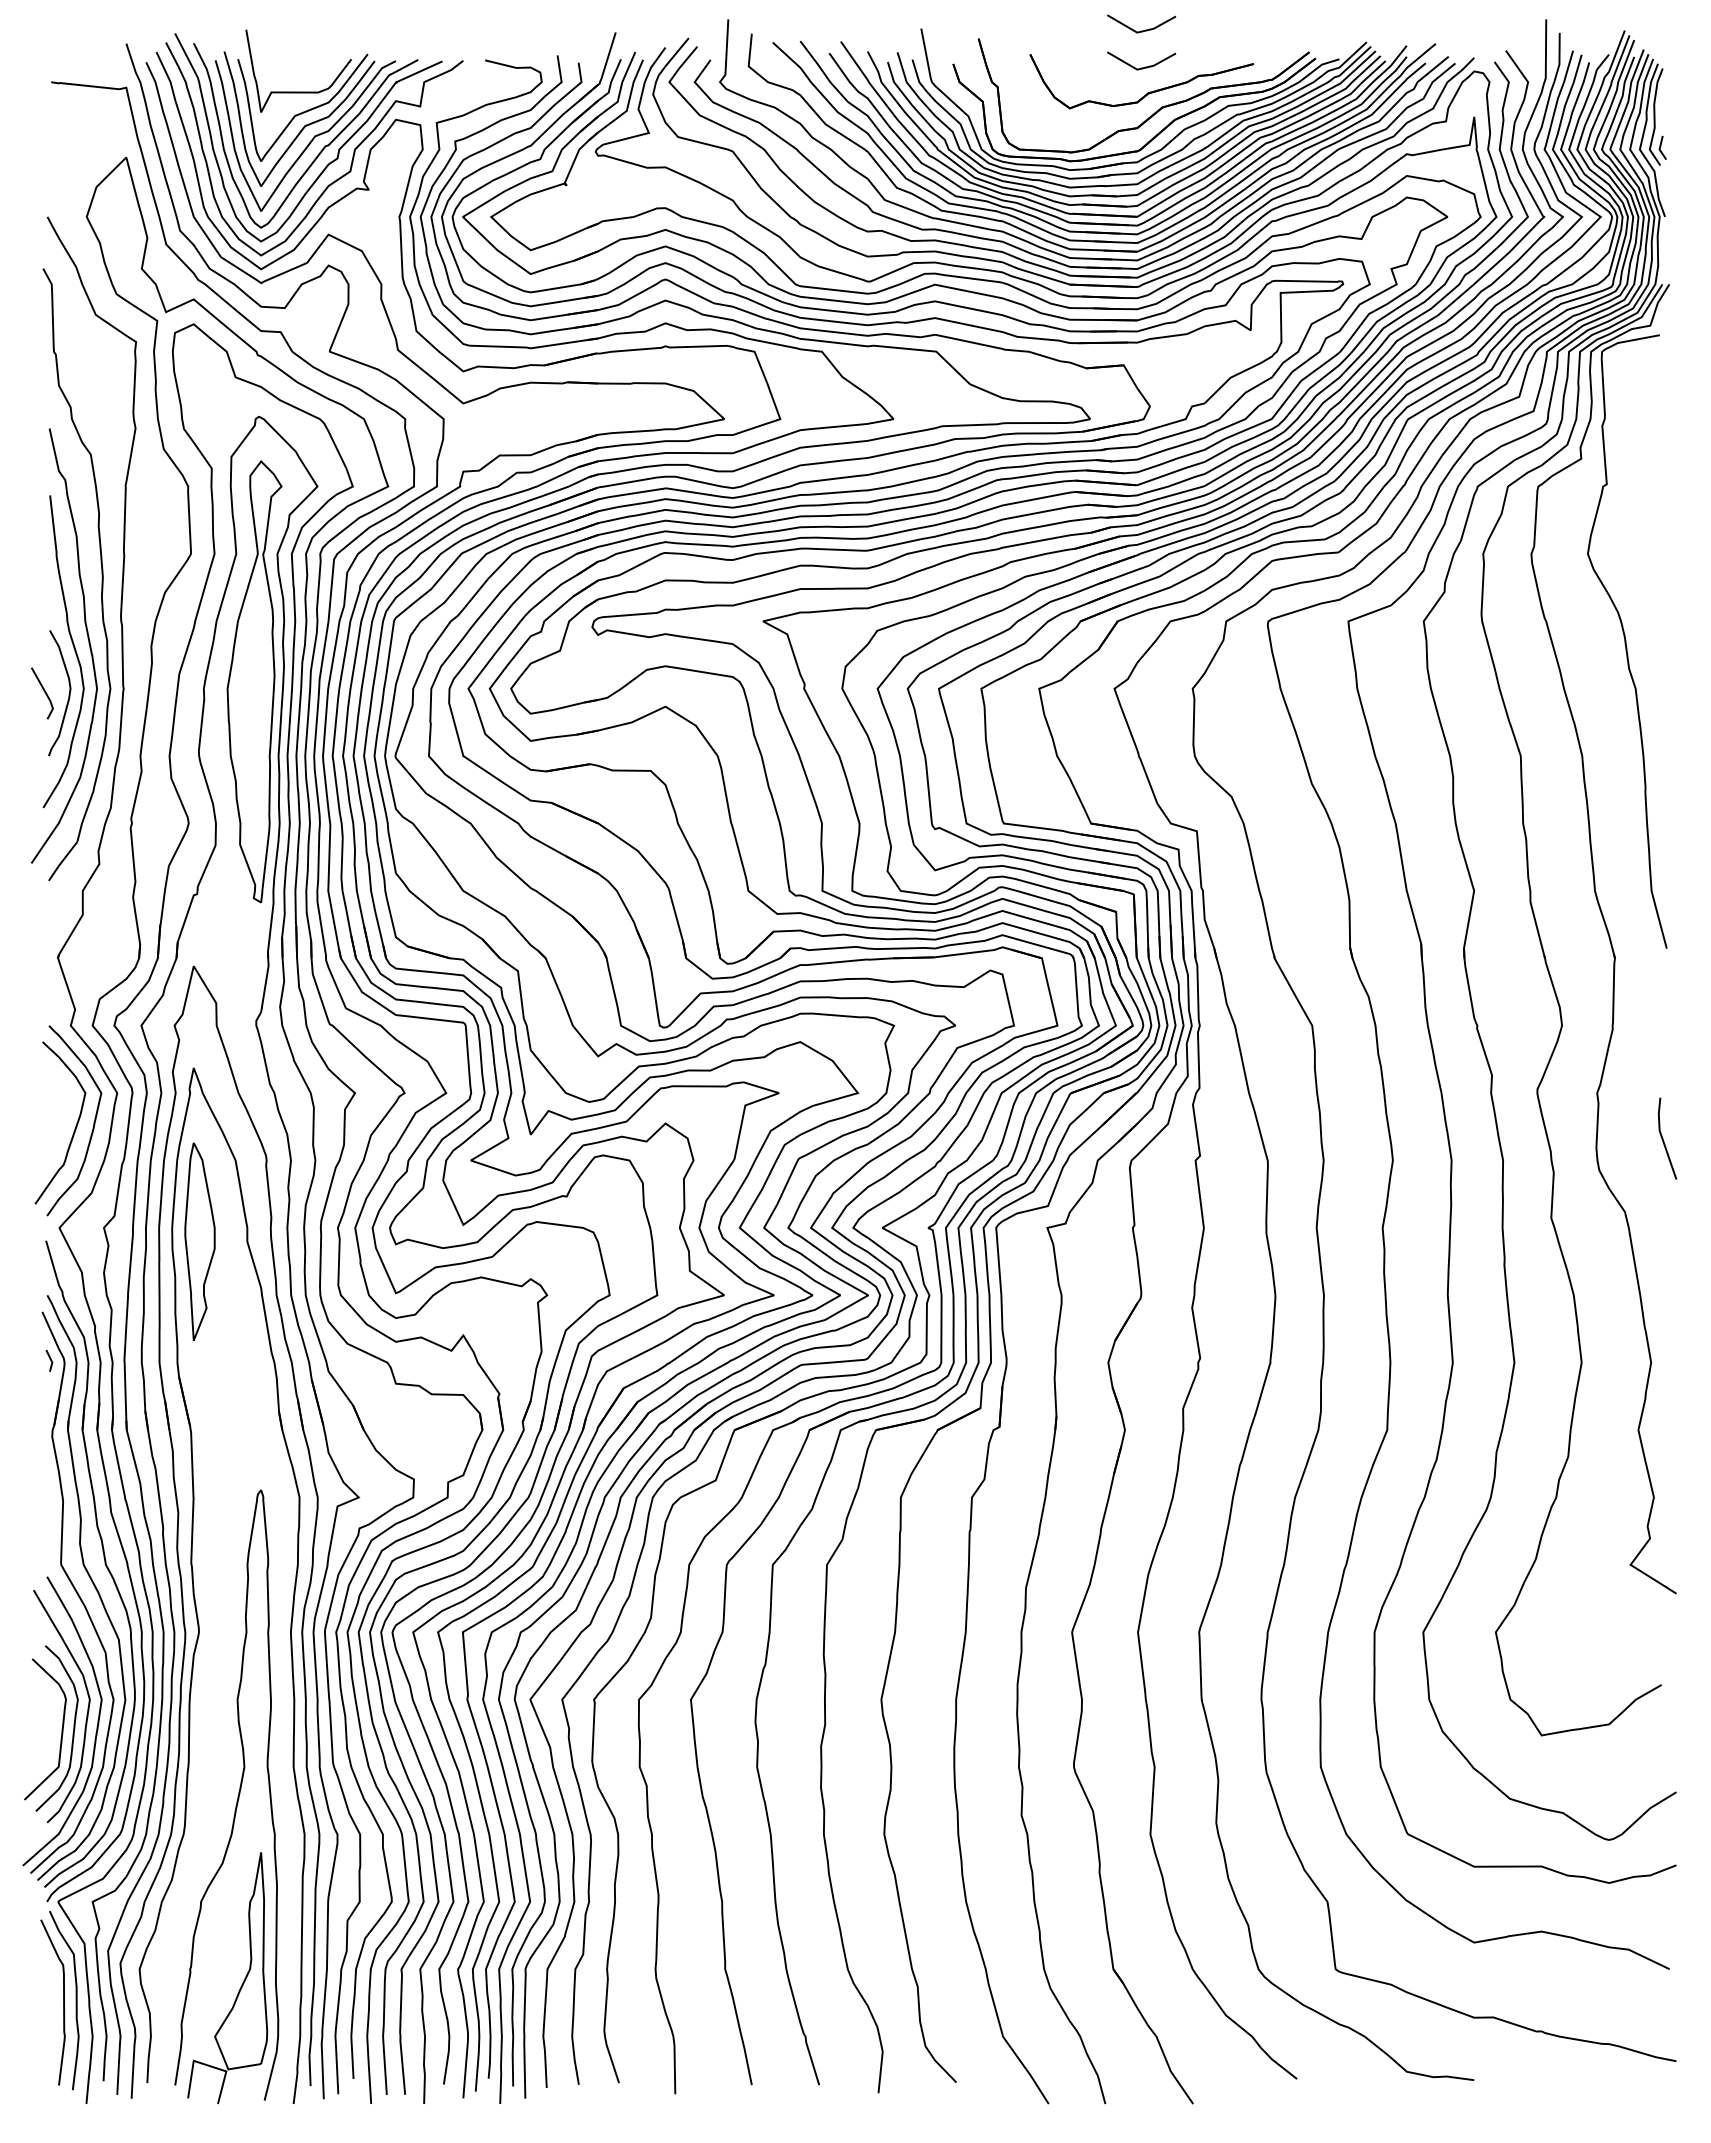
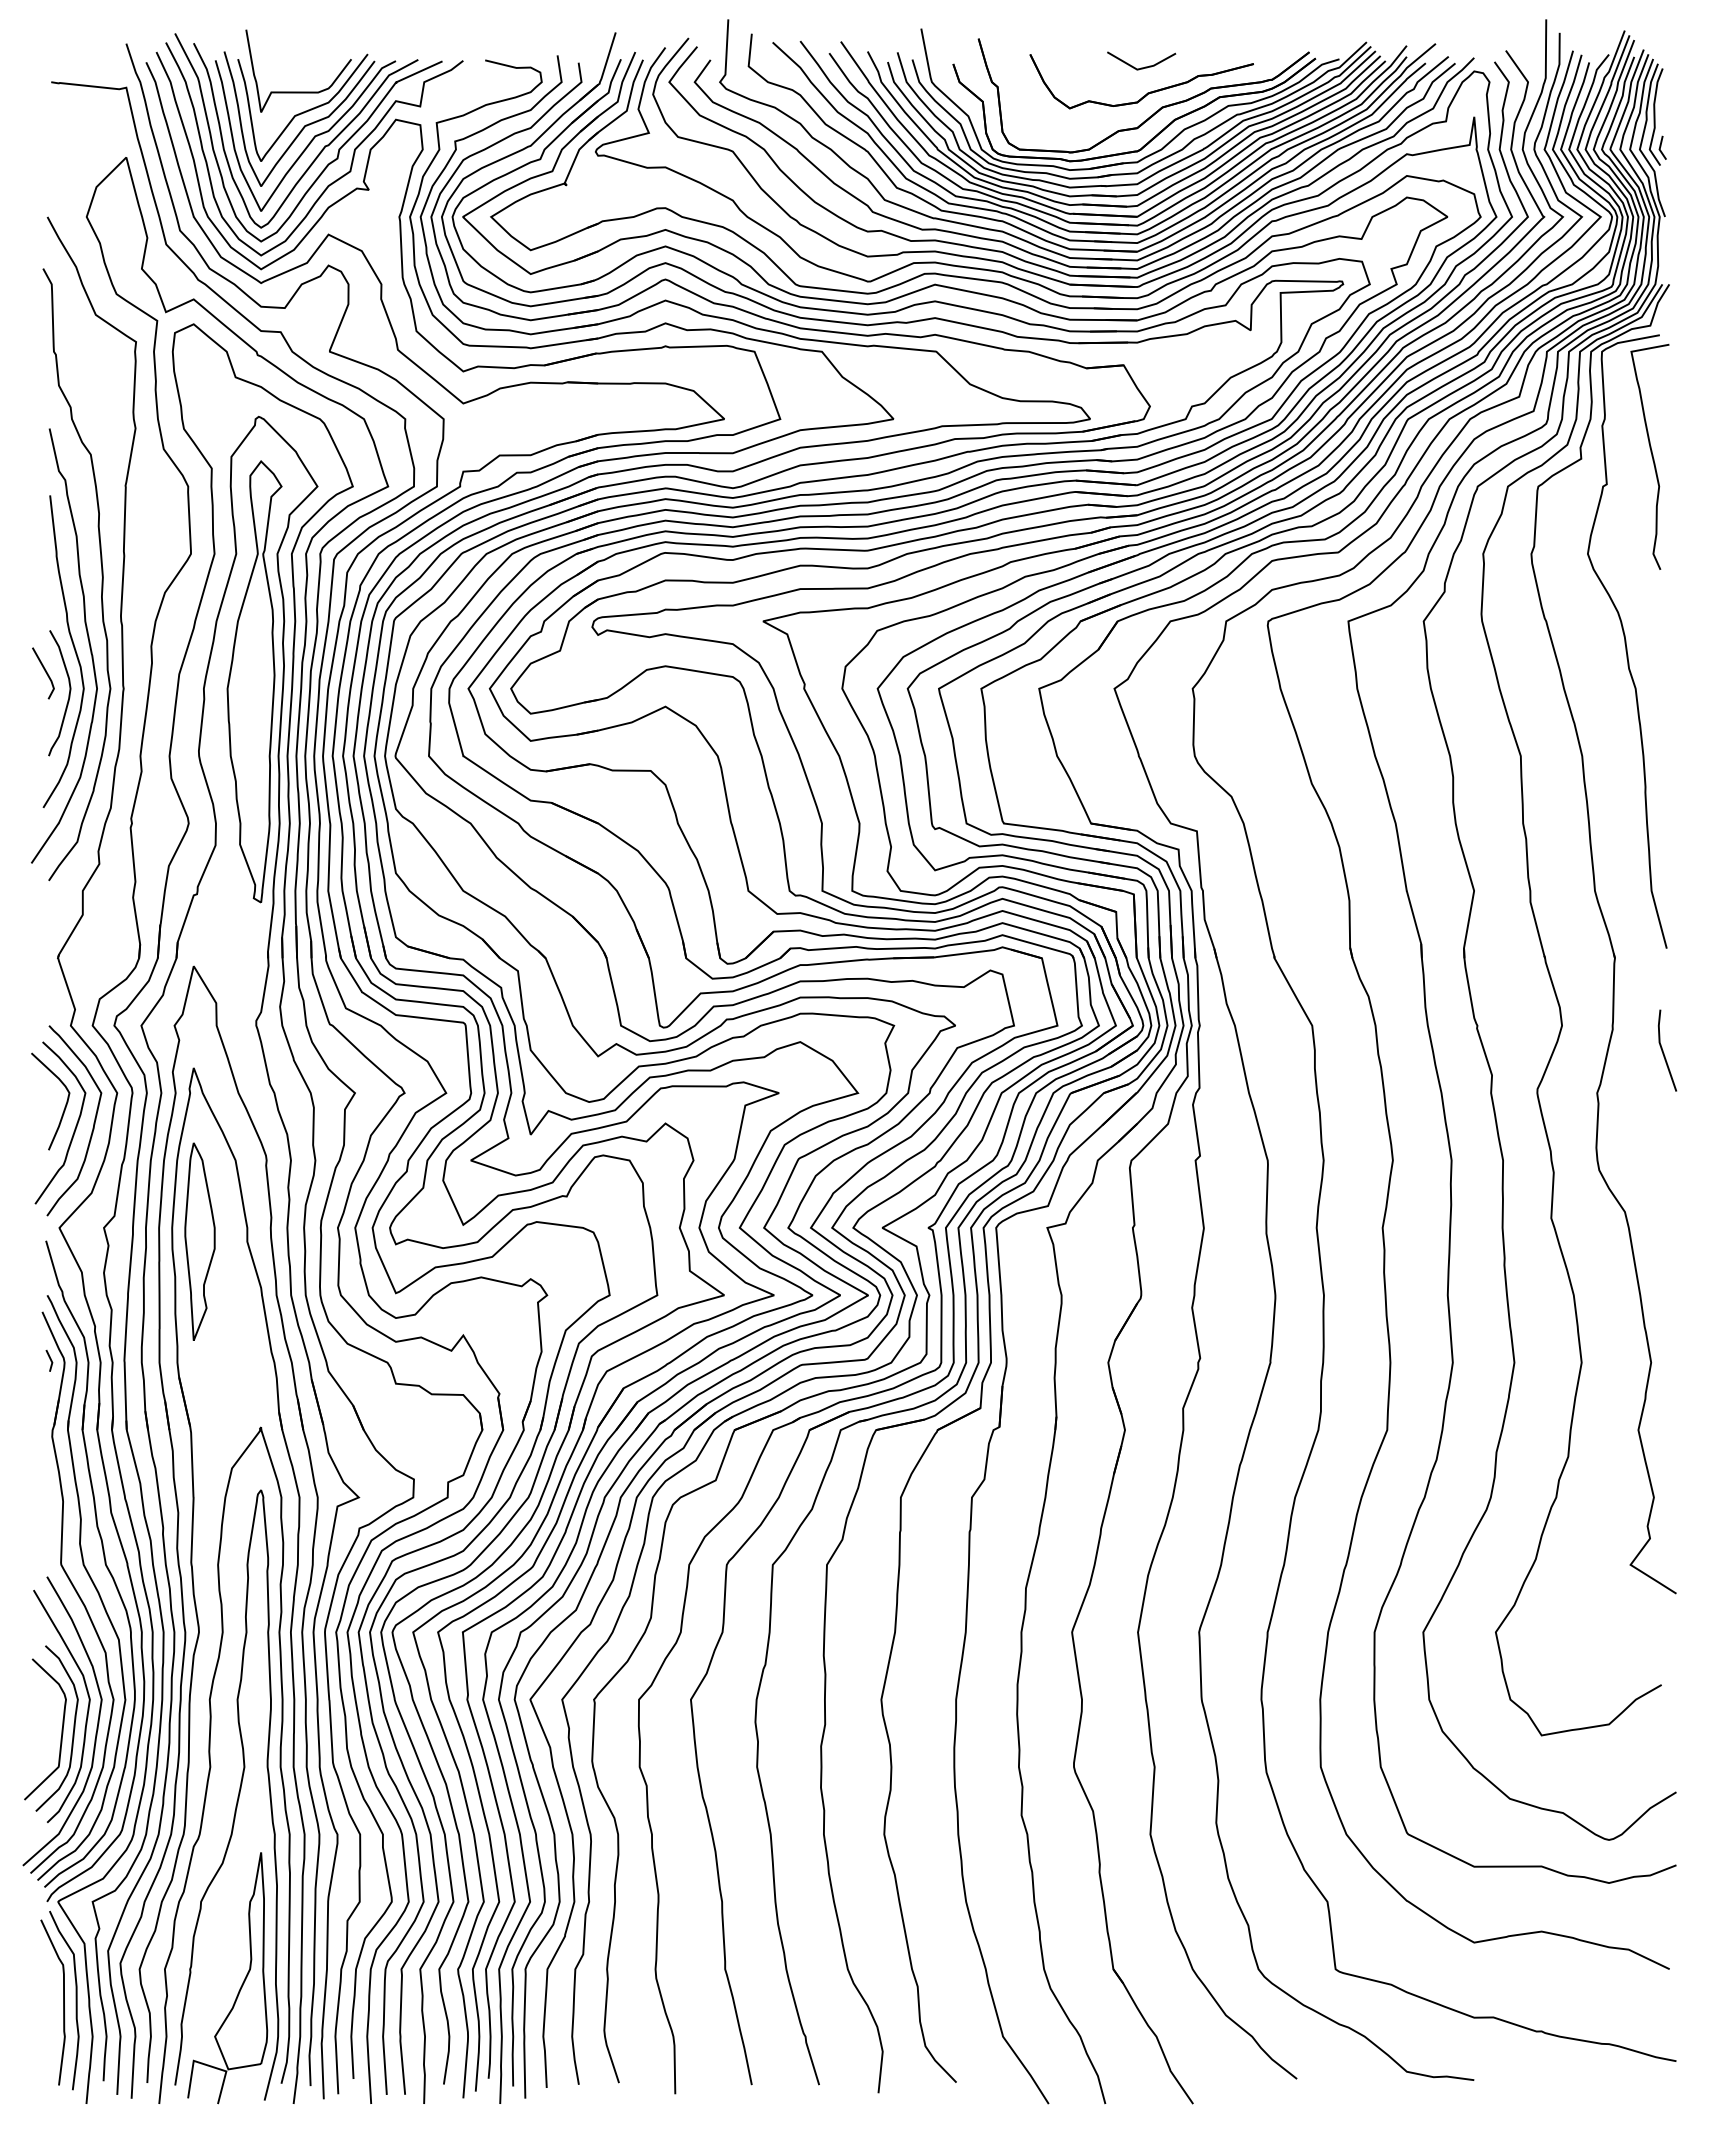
line at (1141, 30): present -> none
curve at (1651, 456): none -> present
line at (43, 691) position: (43, 691) -> (44, 671)
curve at (64, 1106): none -> present
line at (1663, 1138) position: (1663, 1138) -> (1663, 1050)
curve at (211, 1764): none -> present
